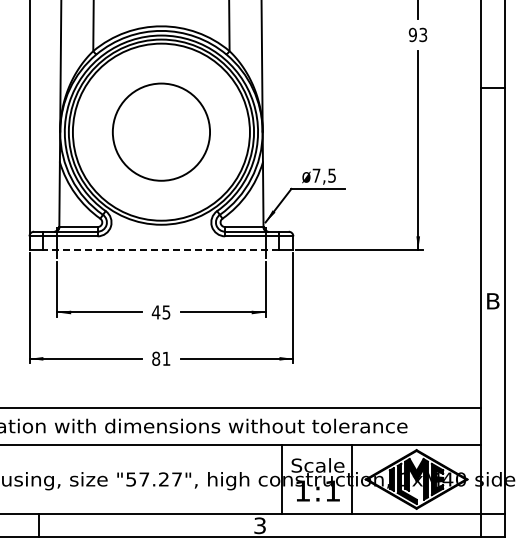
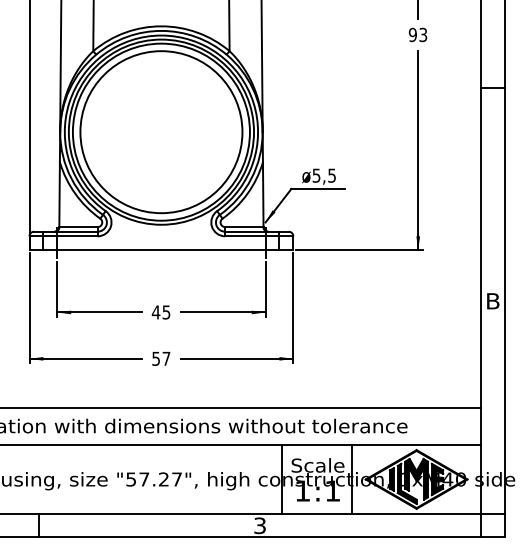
circle at (161, 131) diameter: 97 px -> 162 px
text at (316, 175): ø7,5 -> ø5,5
line at (160, 250): dashed -> solid
text at (161, 358): 81 -> 57
